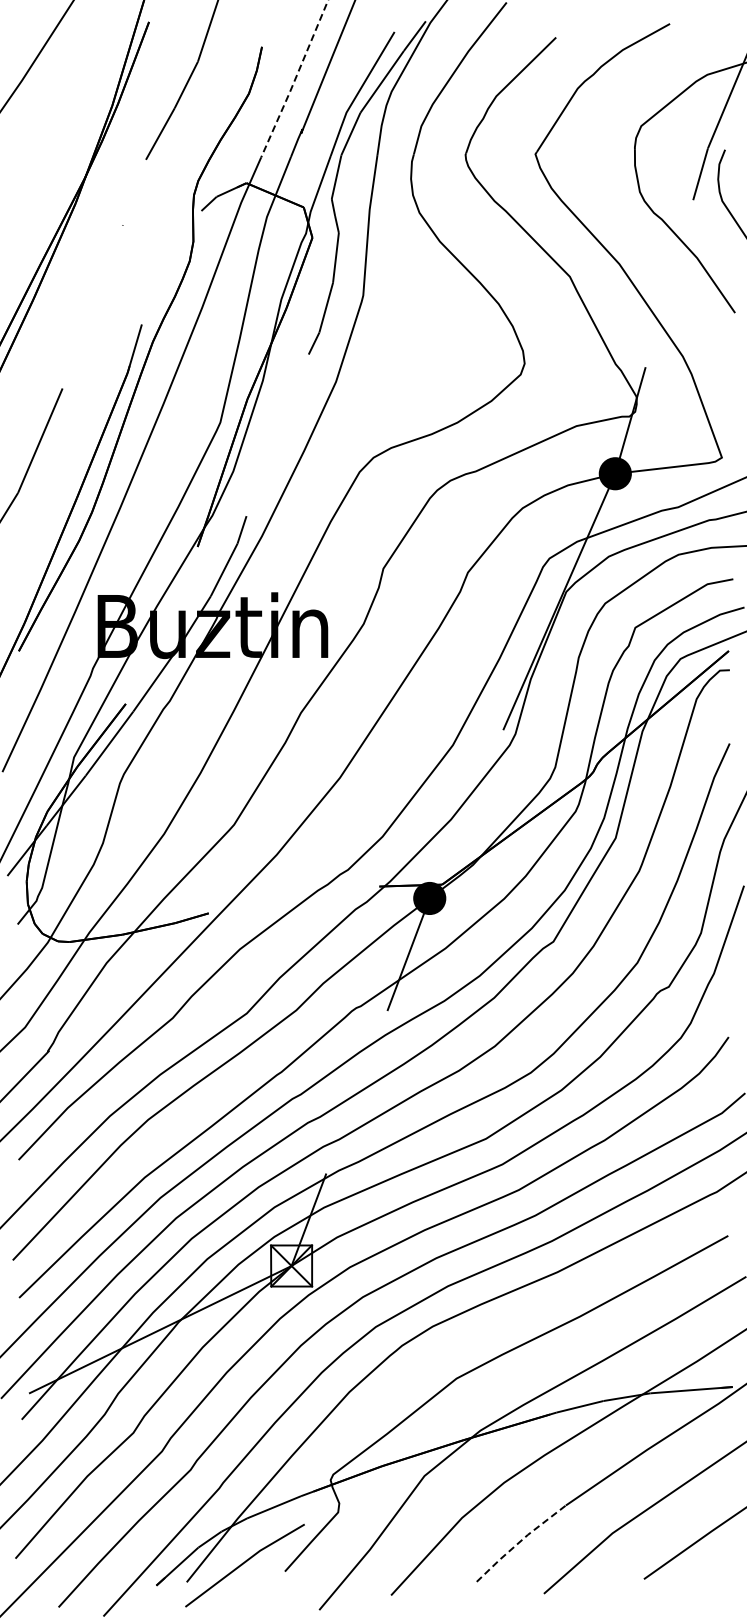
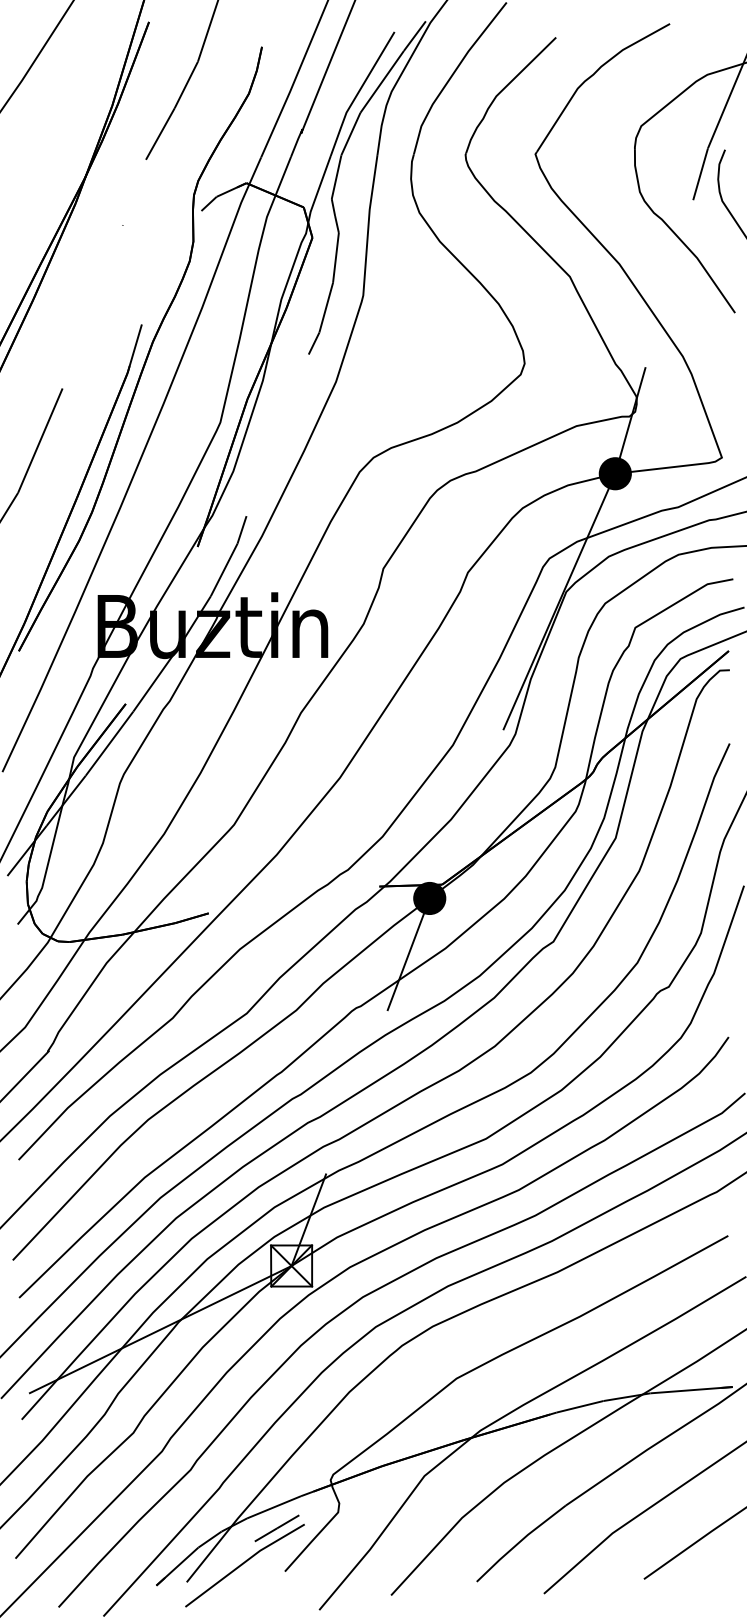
line at (295, 79): dashed -> solid
line at (276, 1528): none -> present
line at (519, 1542): dashed -> solid
